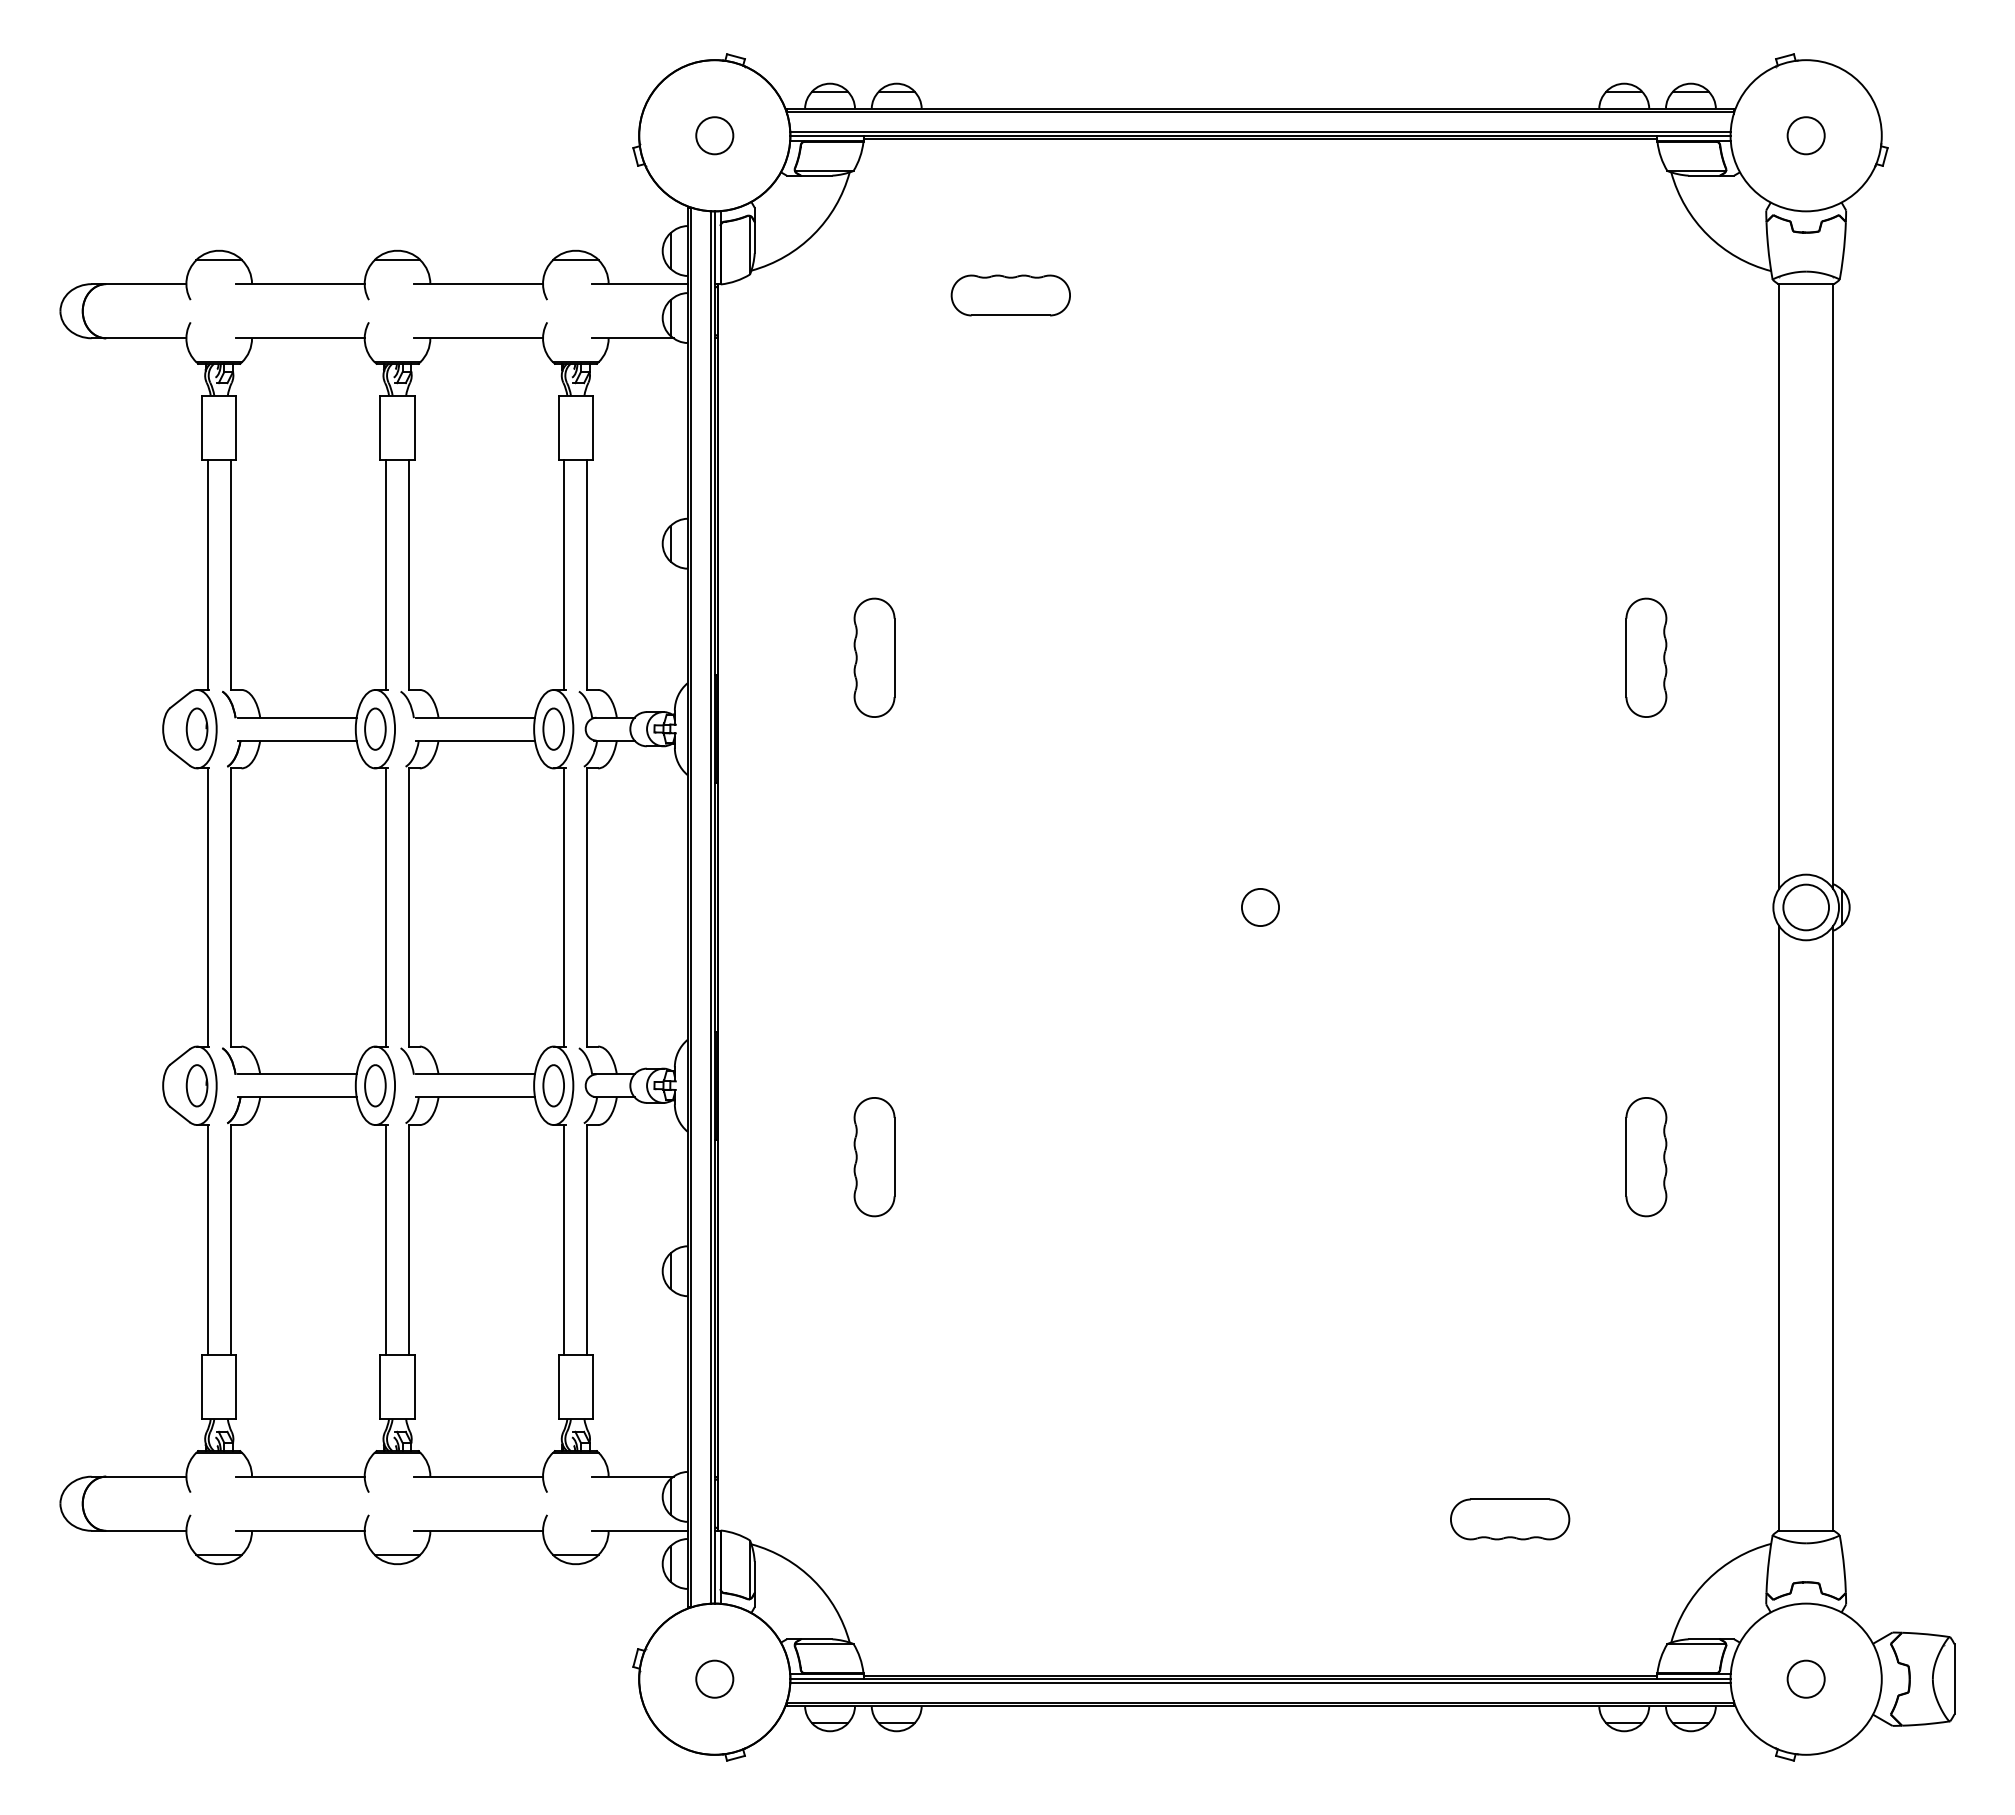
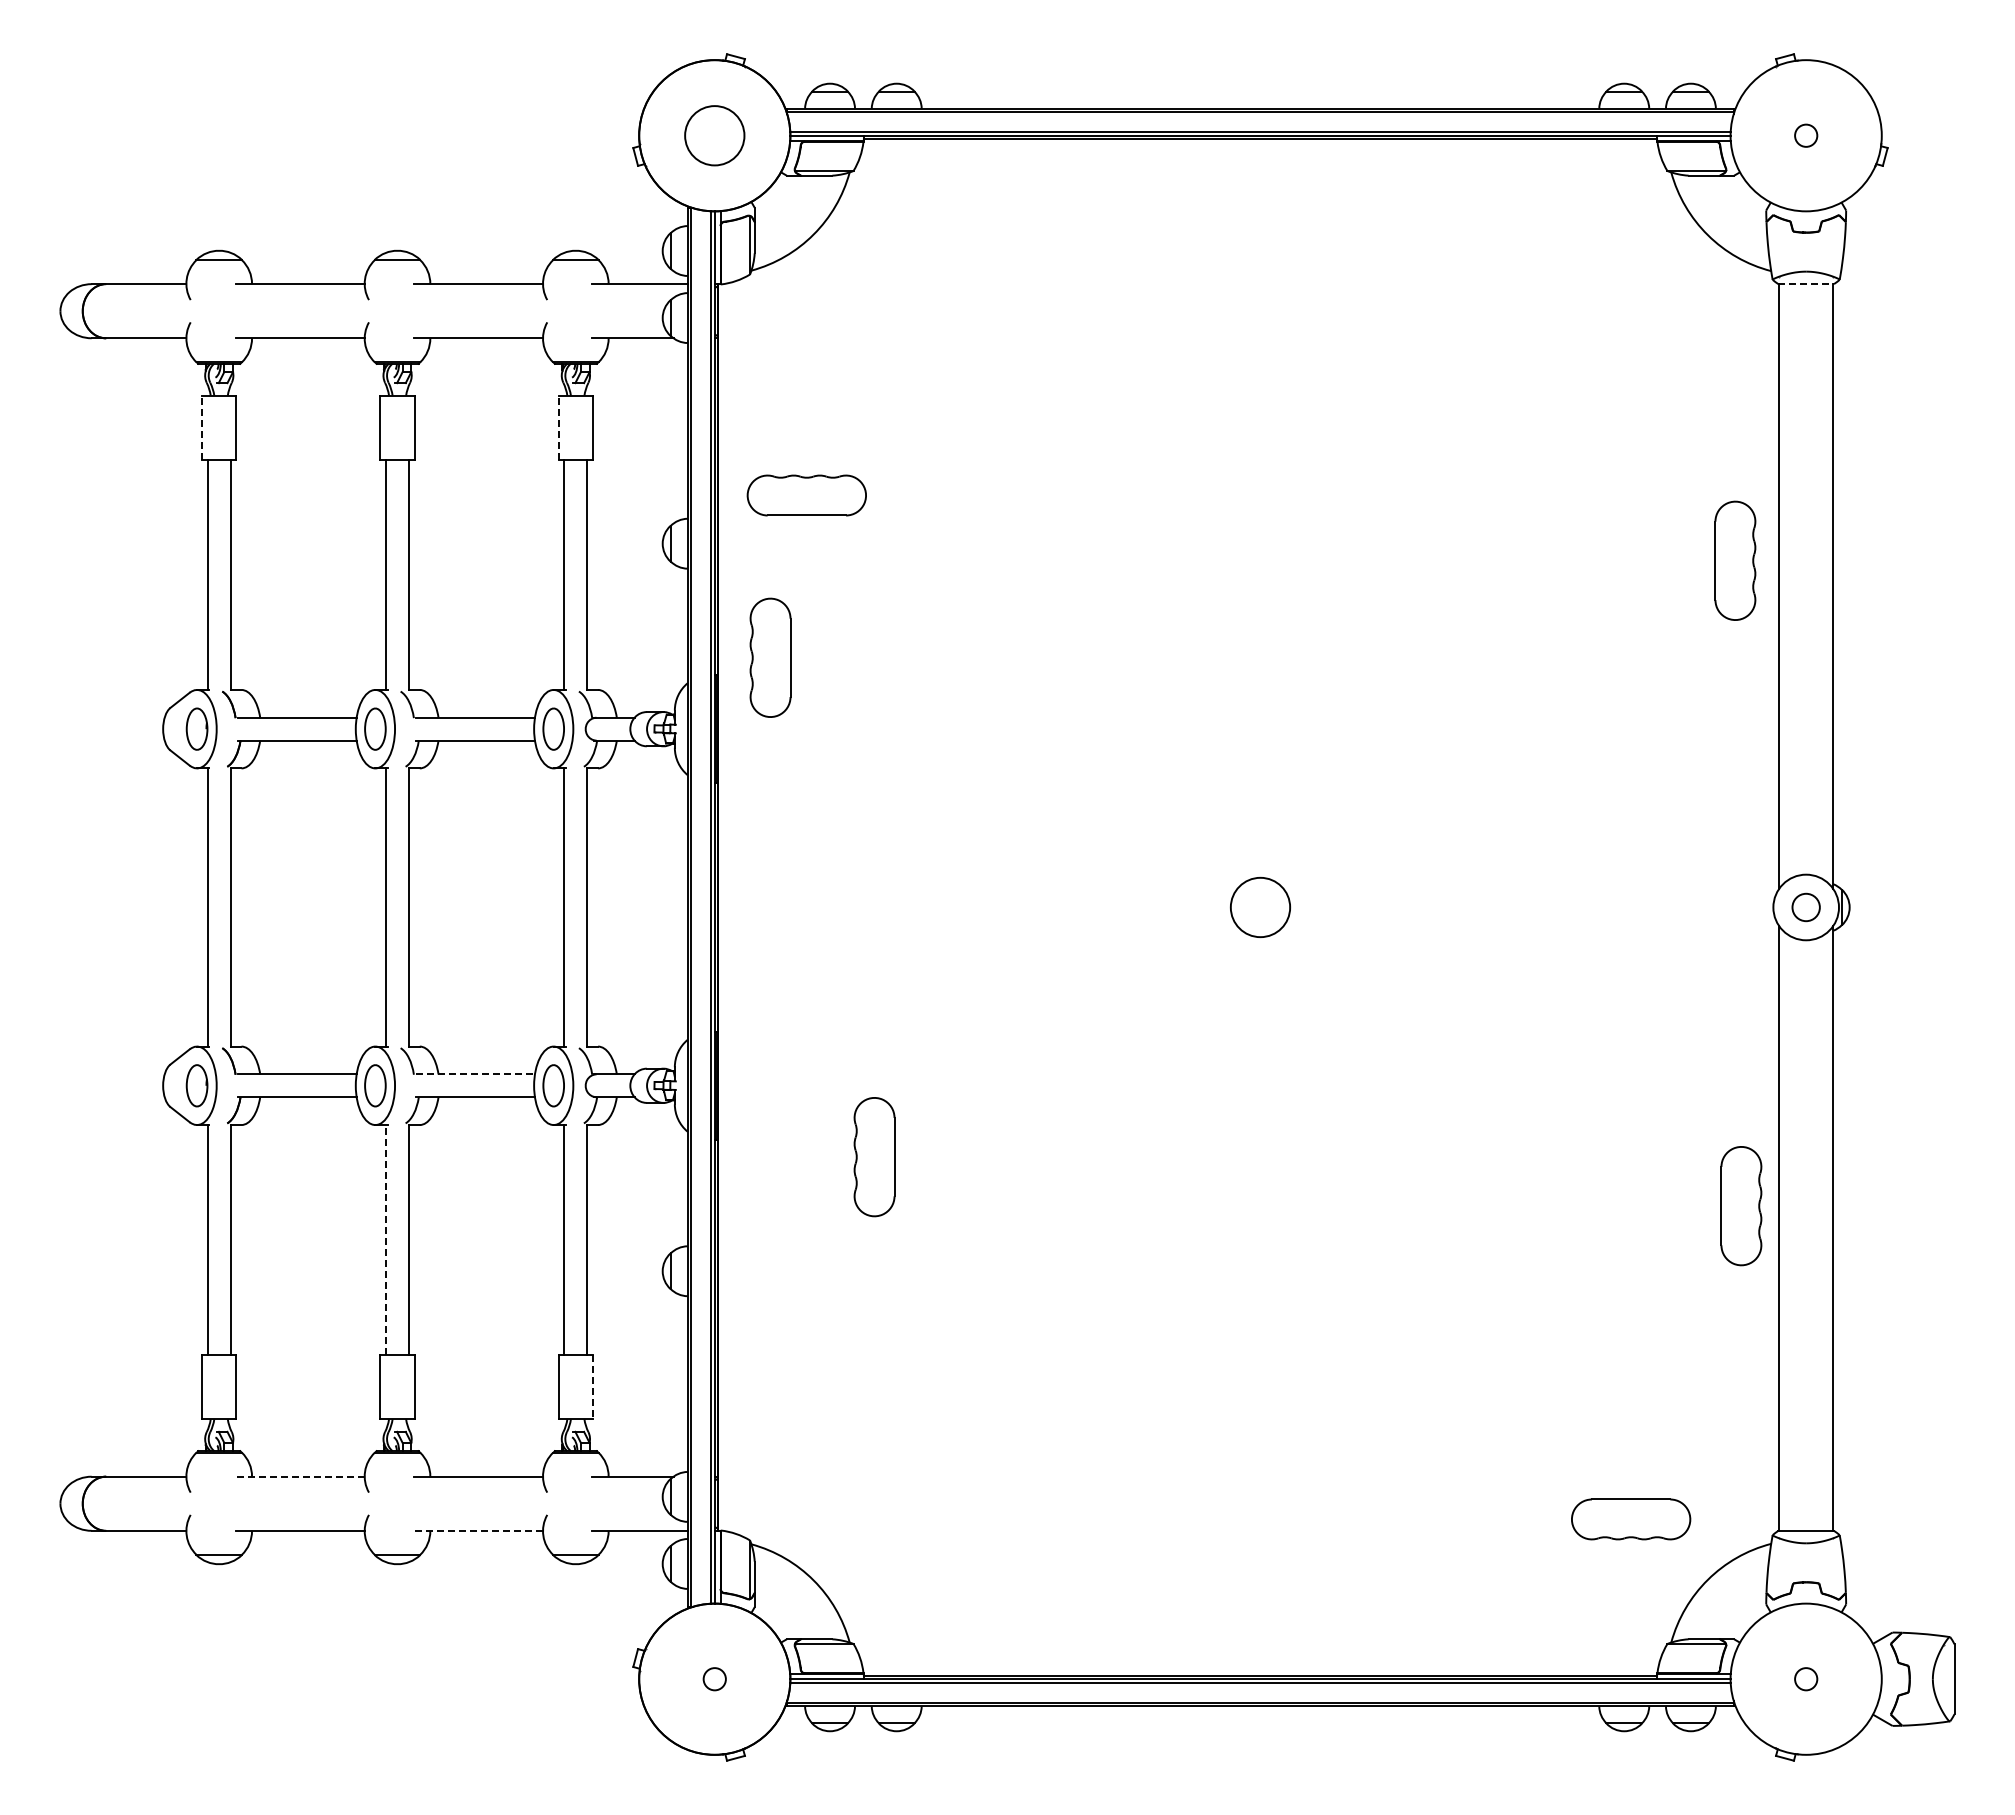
circle at (714, 135) diameter: 37 px -> 59 px
circle at (1805, 135) diameter: 37 px -> 22 px
line at (1806, 284): solid -> dashed
part at (1010, 295) position: (1010, 295) -> (806, 495)
line at (202, 427): solid -> dashed
line at (558, 427): solid -> dashed
part at (874, 657) position: (874, 657) -> (770, 657)
part at (1646, 657) position: (1646, 657) -> (1735, 560)
circle at (1260, 907) diameter: 37 px -> 59 px
circle at (1806, 907) diameter: 46 px -> 27 px
line at (476, 1074): solid -> dashed
part at (1646, 1157) position: (1646, 1157) -> (1741, 1206)
line at (386, 1240): solid -> dashed
line at (592, 1387): solid -> dashed
line at (300, 1476): solid -> dashed
part at (1510, 1519) position: (1510, 1519) -> (1631, 1519)
line at (478, 1530): solid -> dashed
circle at (714, 1678) diameter: 37 px -> 22 px
circle at (1805, 1678) diameter: 37 px -> 22 px
